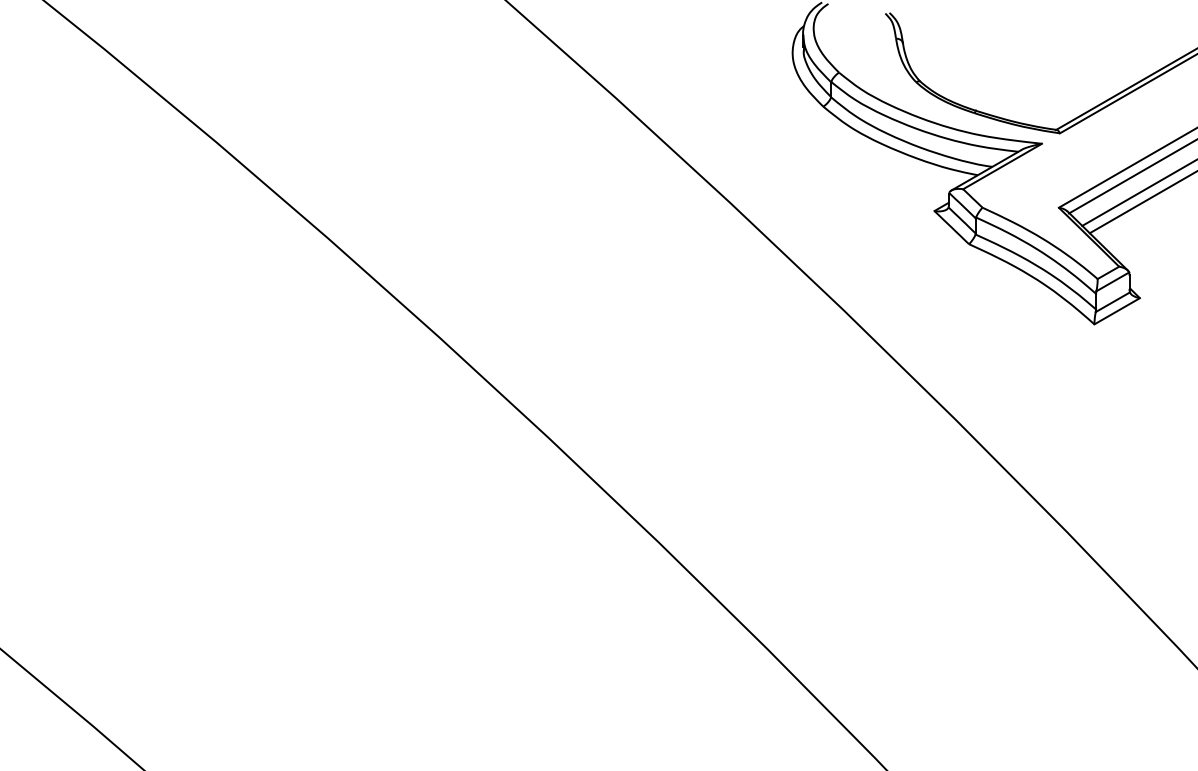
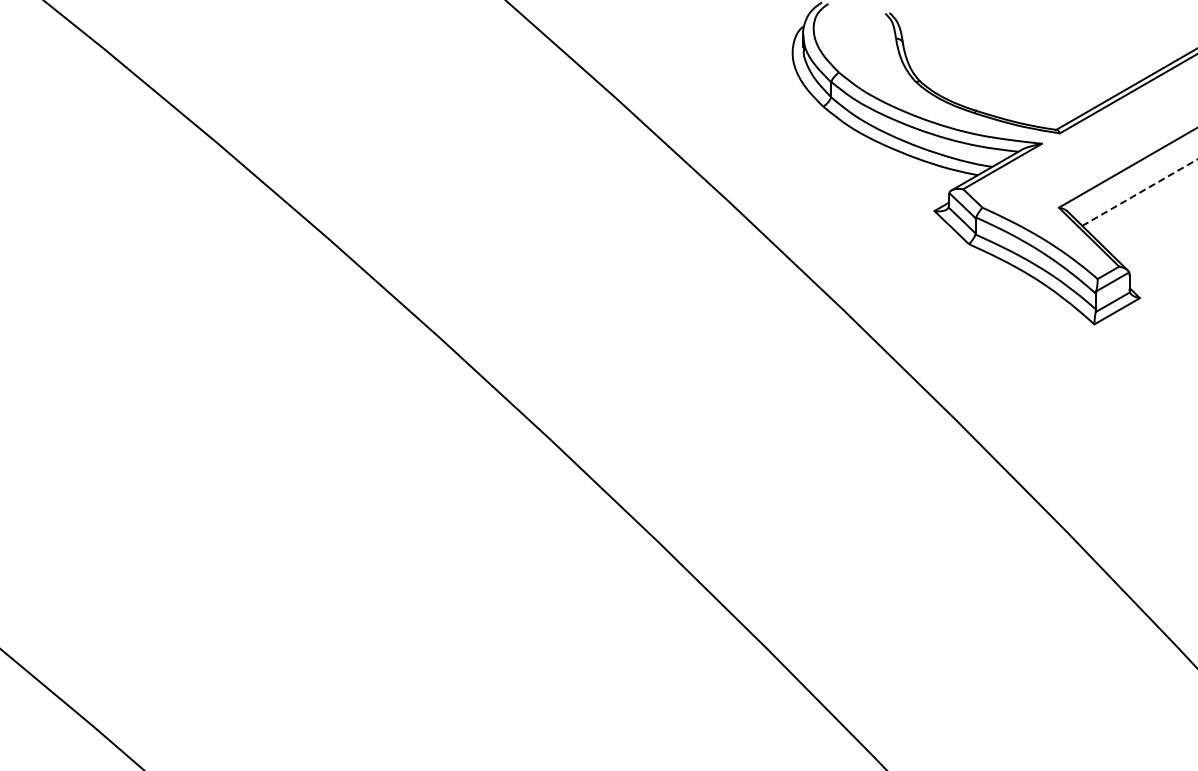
line at (1131, 177): present -> none
line at (1140, 192): solid -> dashed
line at (1141, 202): present -> none
